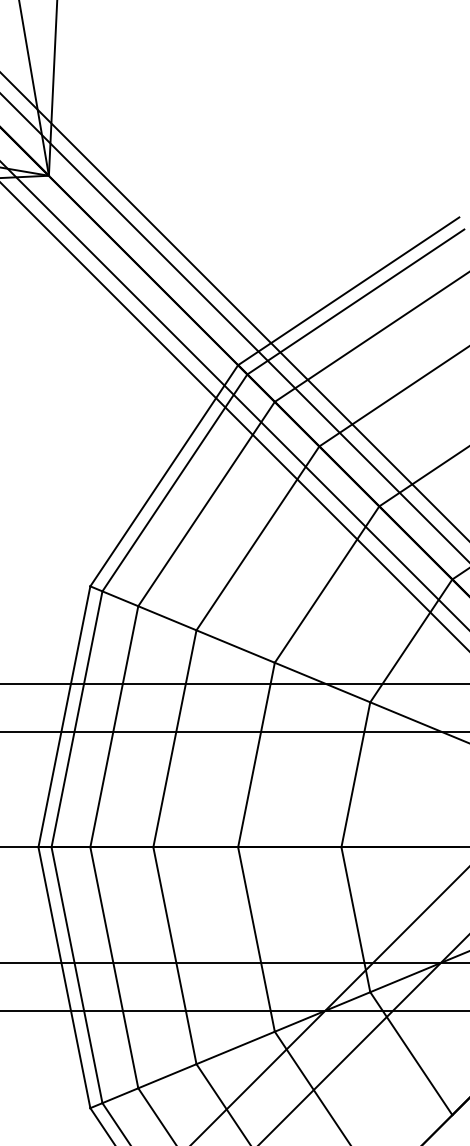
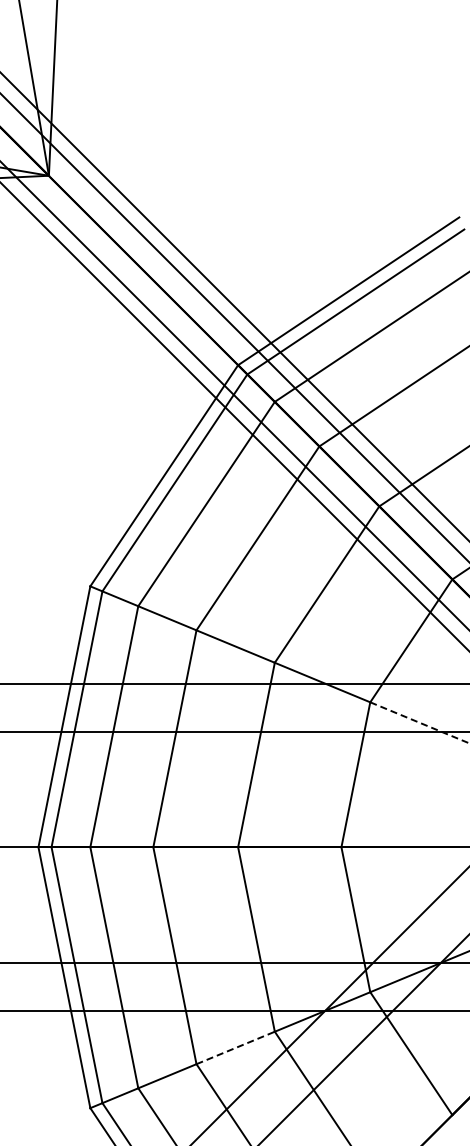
line at (420, 722): solid -> dashed
line at (236, 1047): solid -> dashed
